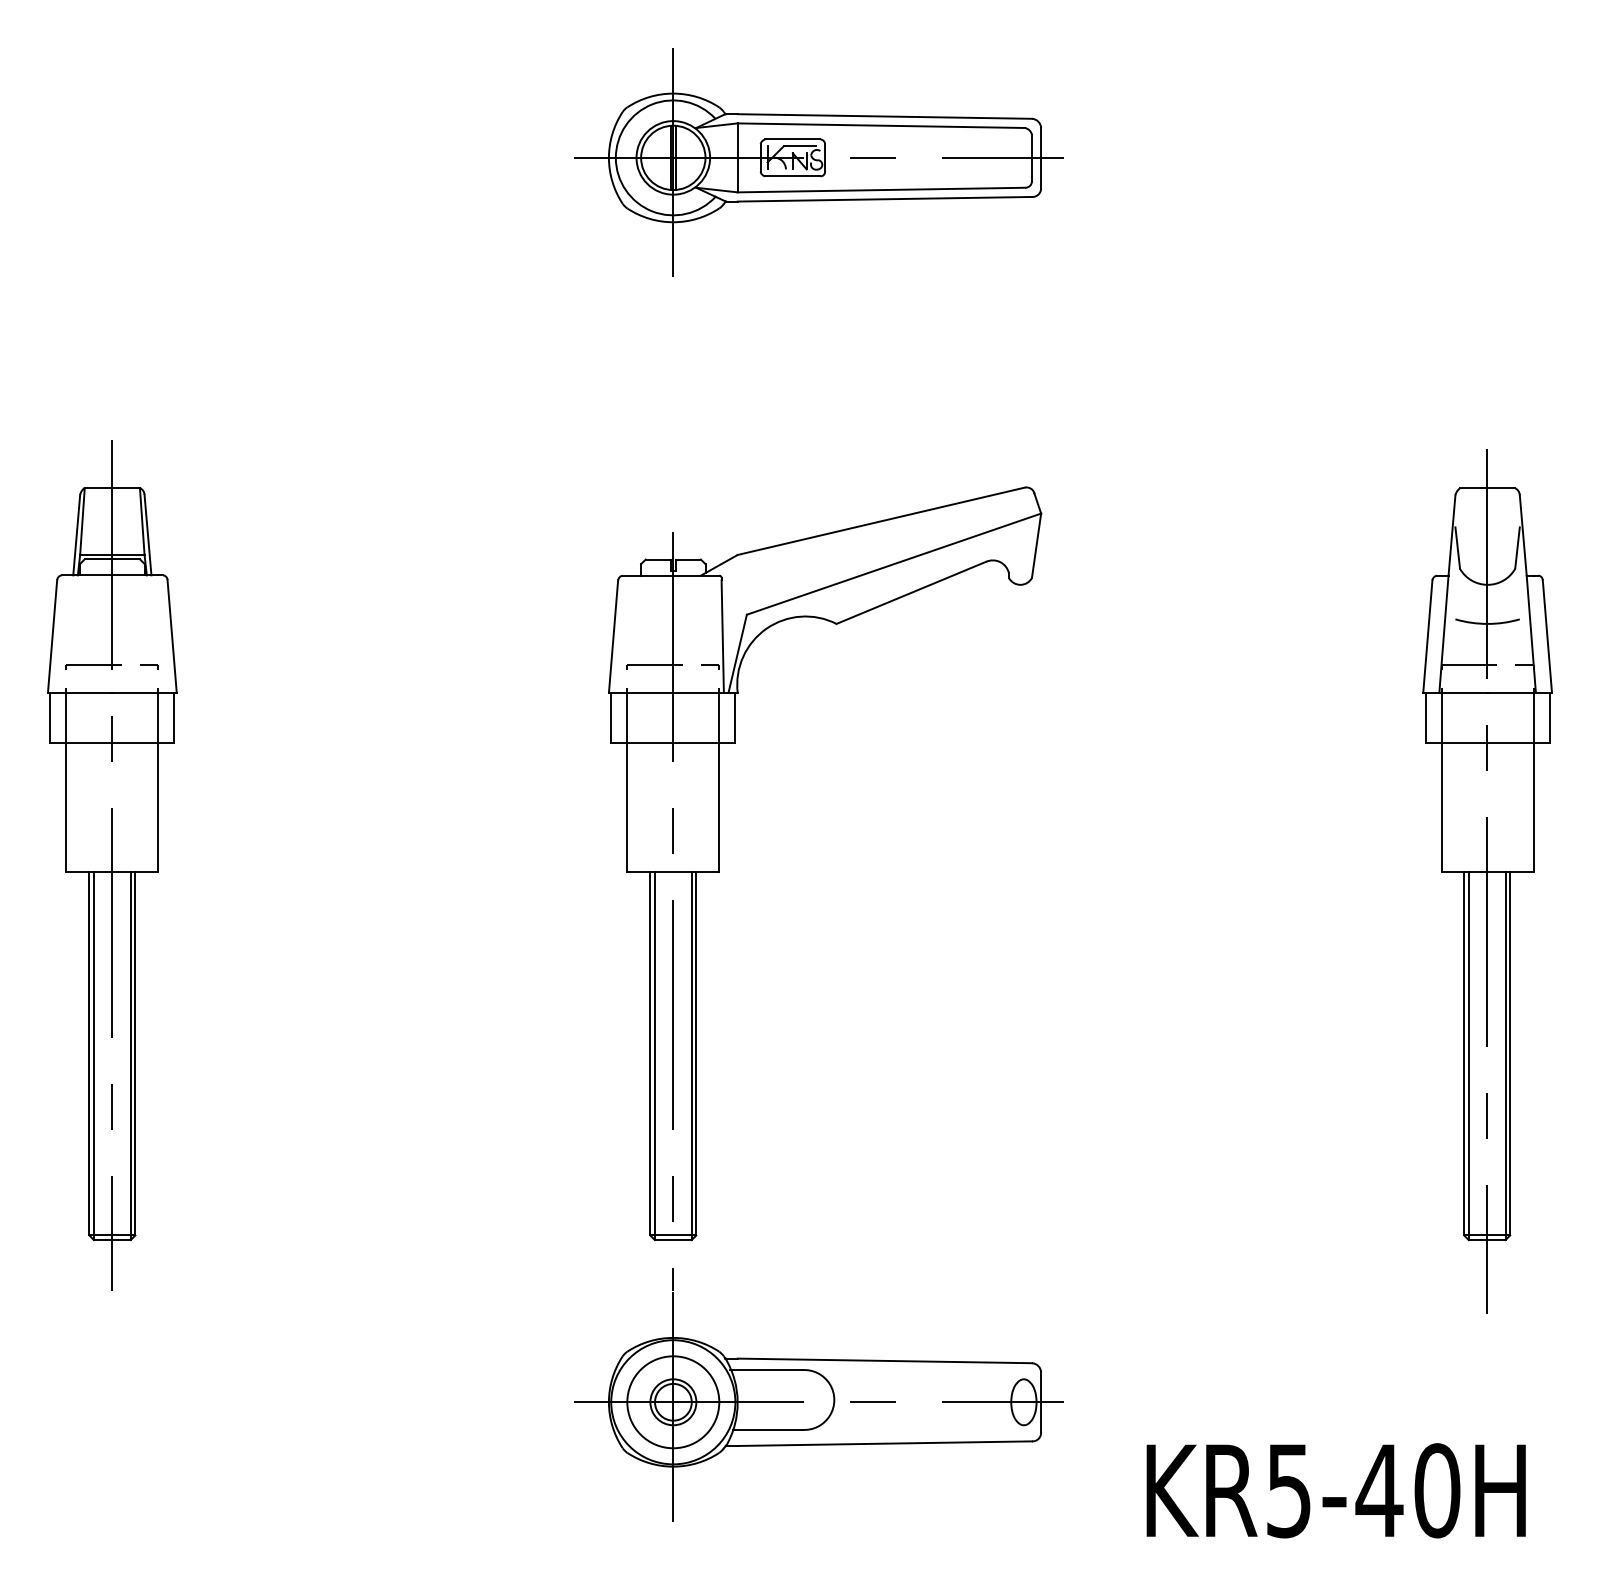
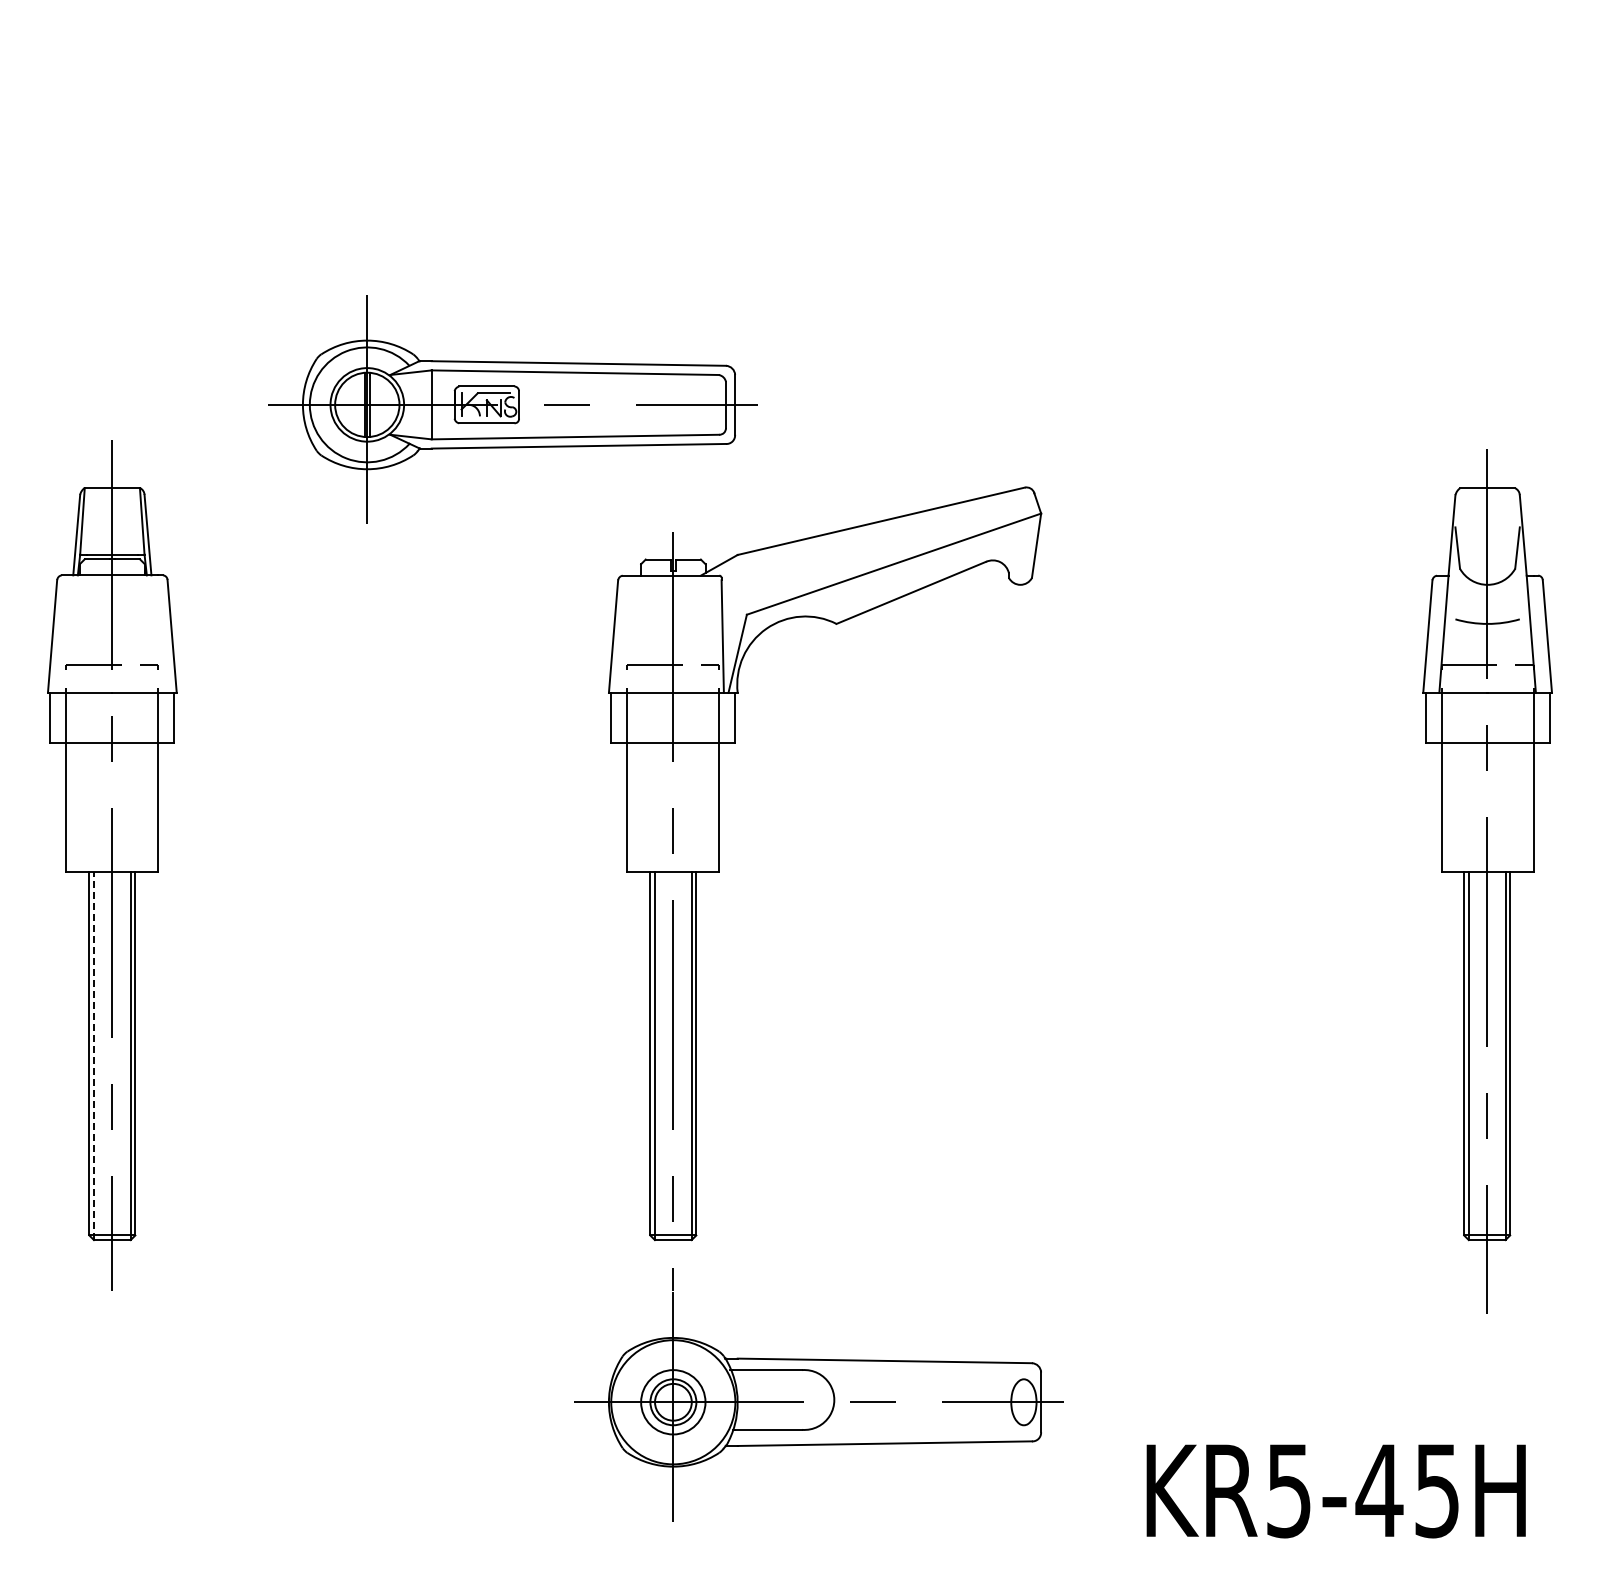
part at (818, 162) position: (818, 162) -> (512, 409)
line at (93, 1056): solid -> dashed
circle at (673, 1402) diameter: 92 px -> 64 px
text at (1437, 1490): KR5-40H -> KR5-45H
